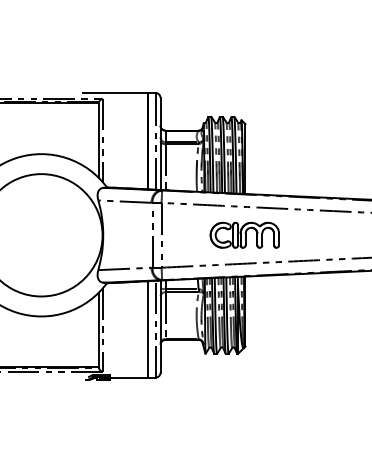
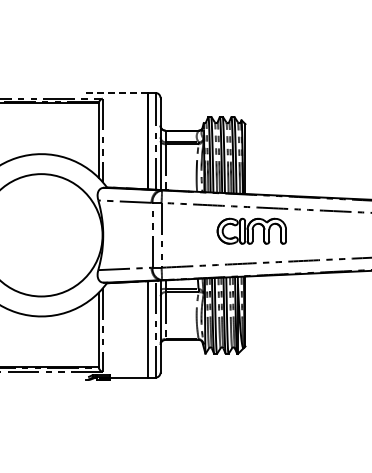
line at (115, 92): solid -> dashed
part at (244, 234) position: (244, 234) -> (251, 230)
